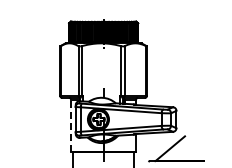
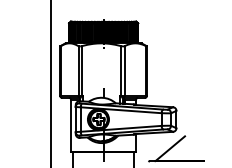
line at (50, 83): none -> present
line at (70, 125): dashed -> solid
